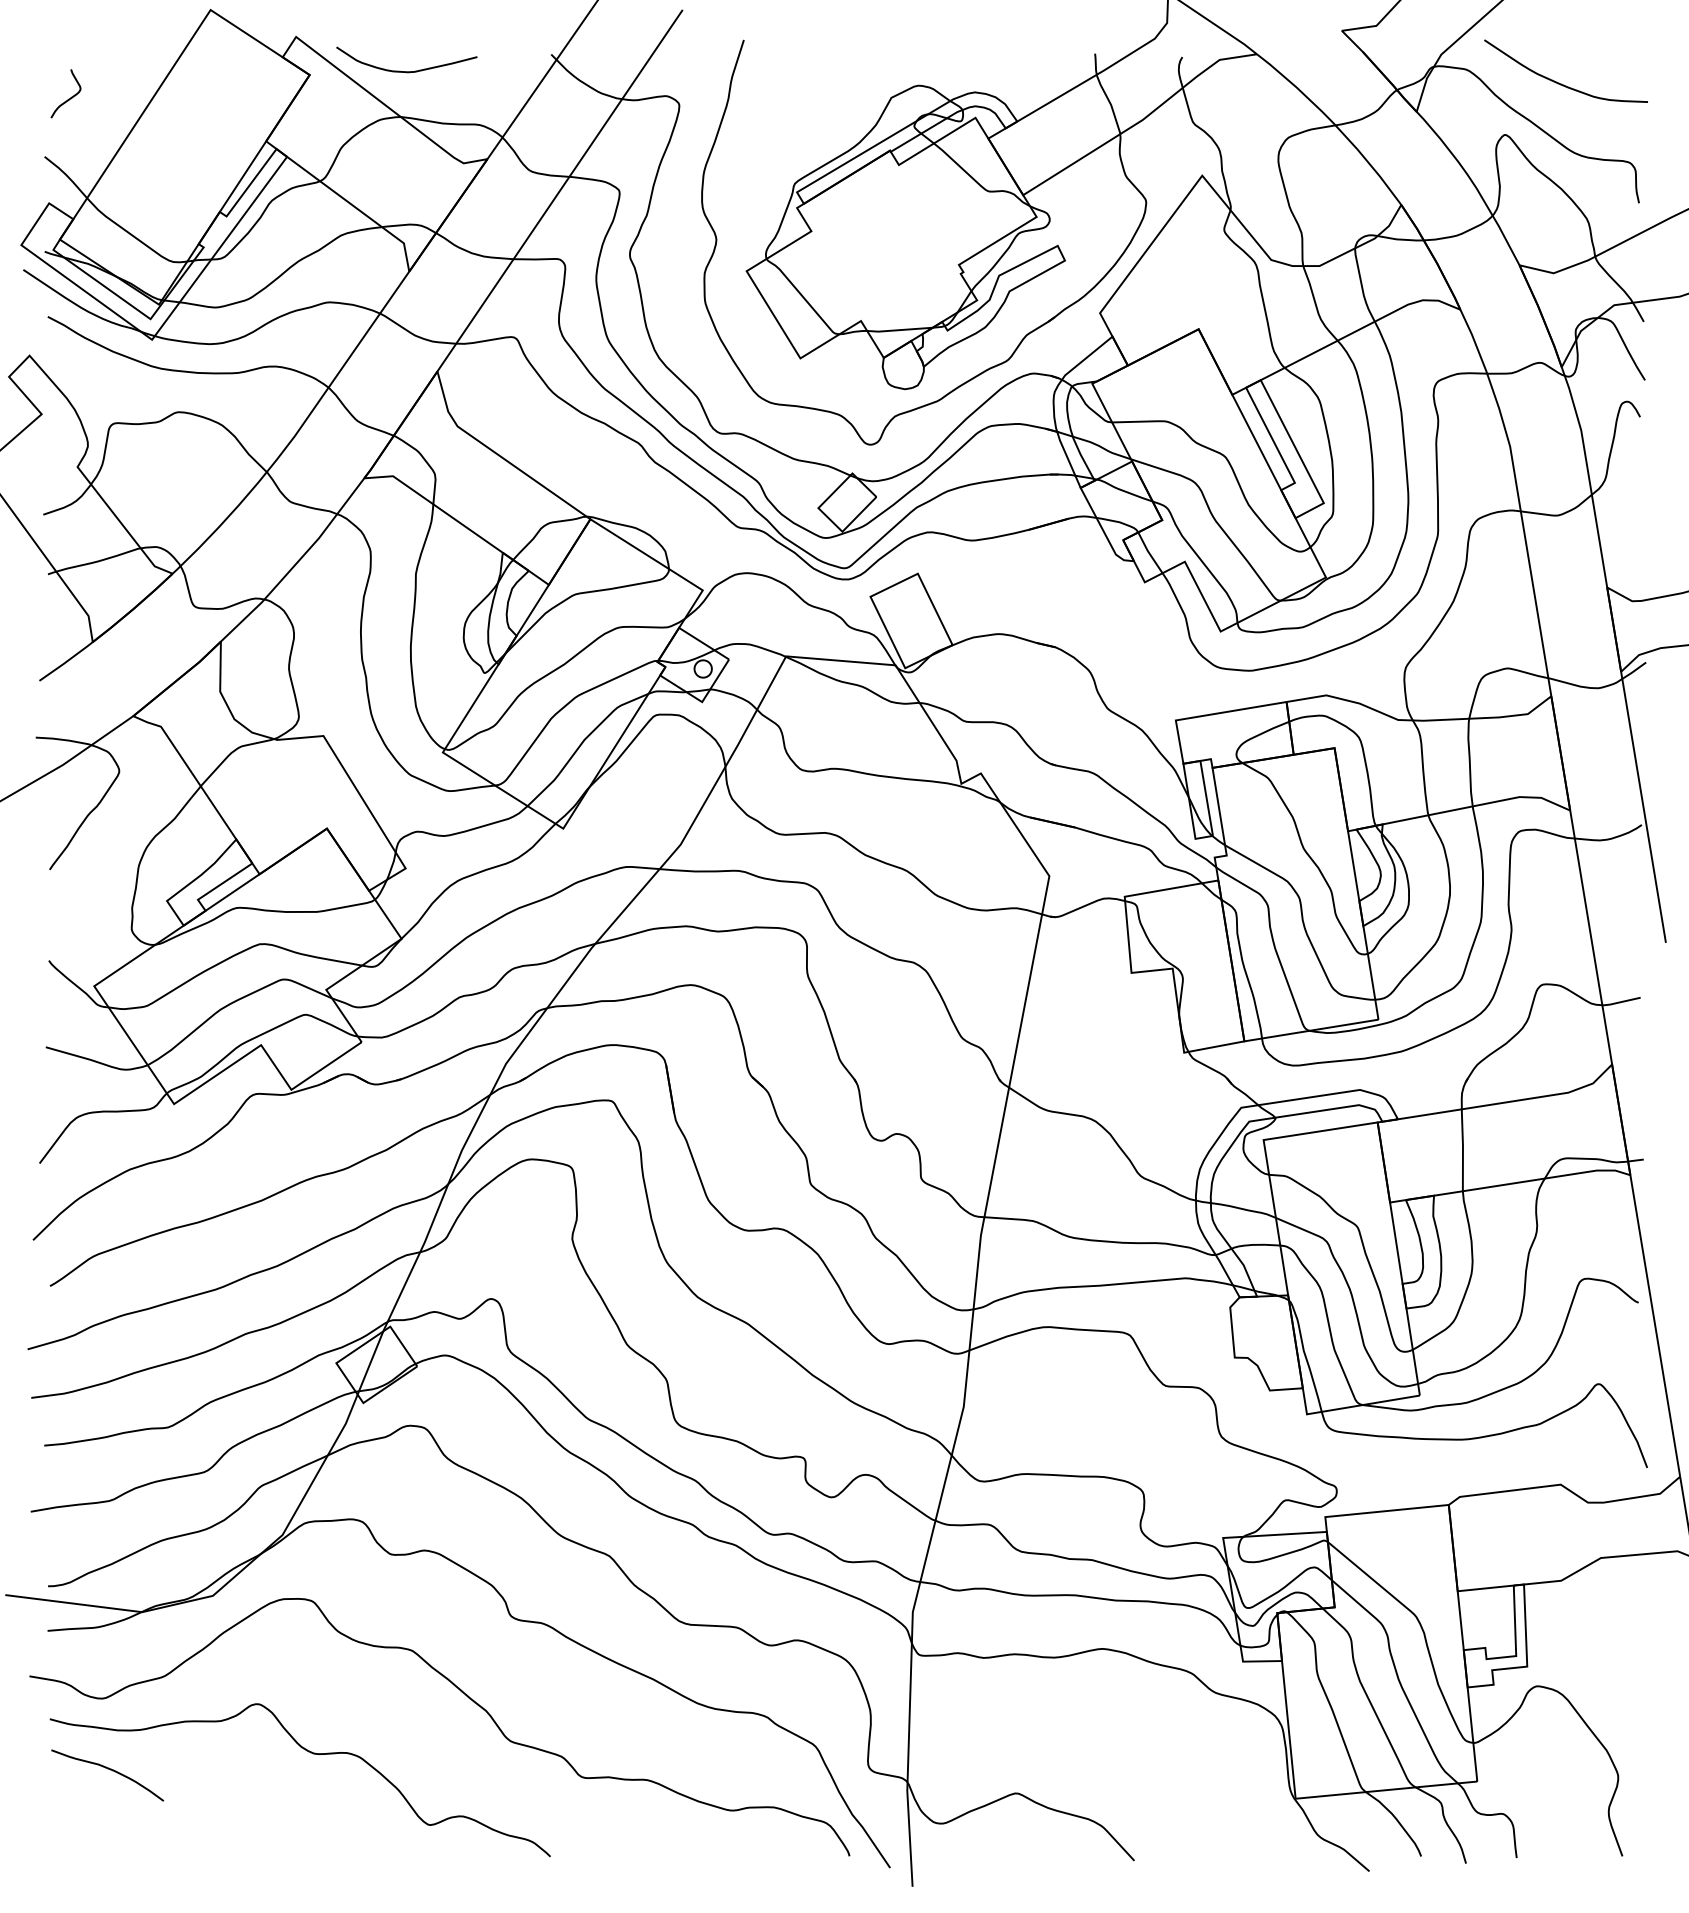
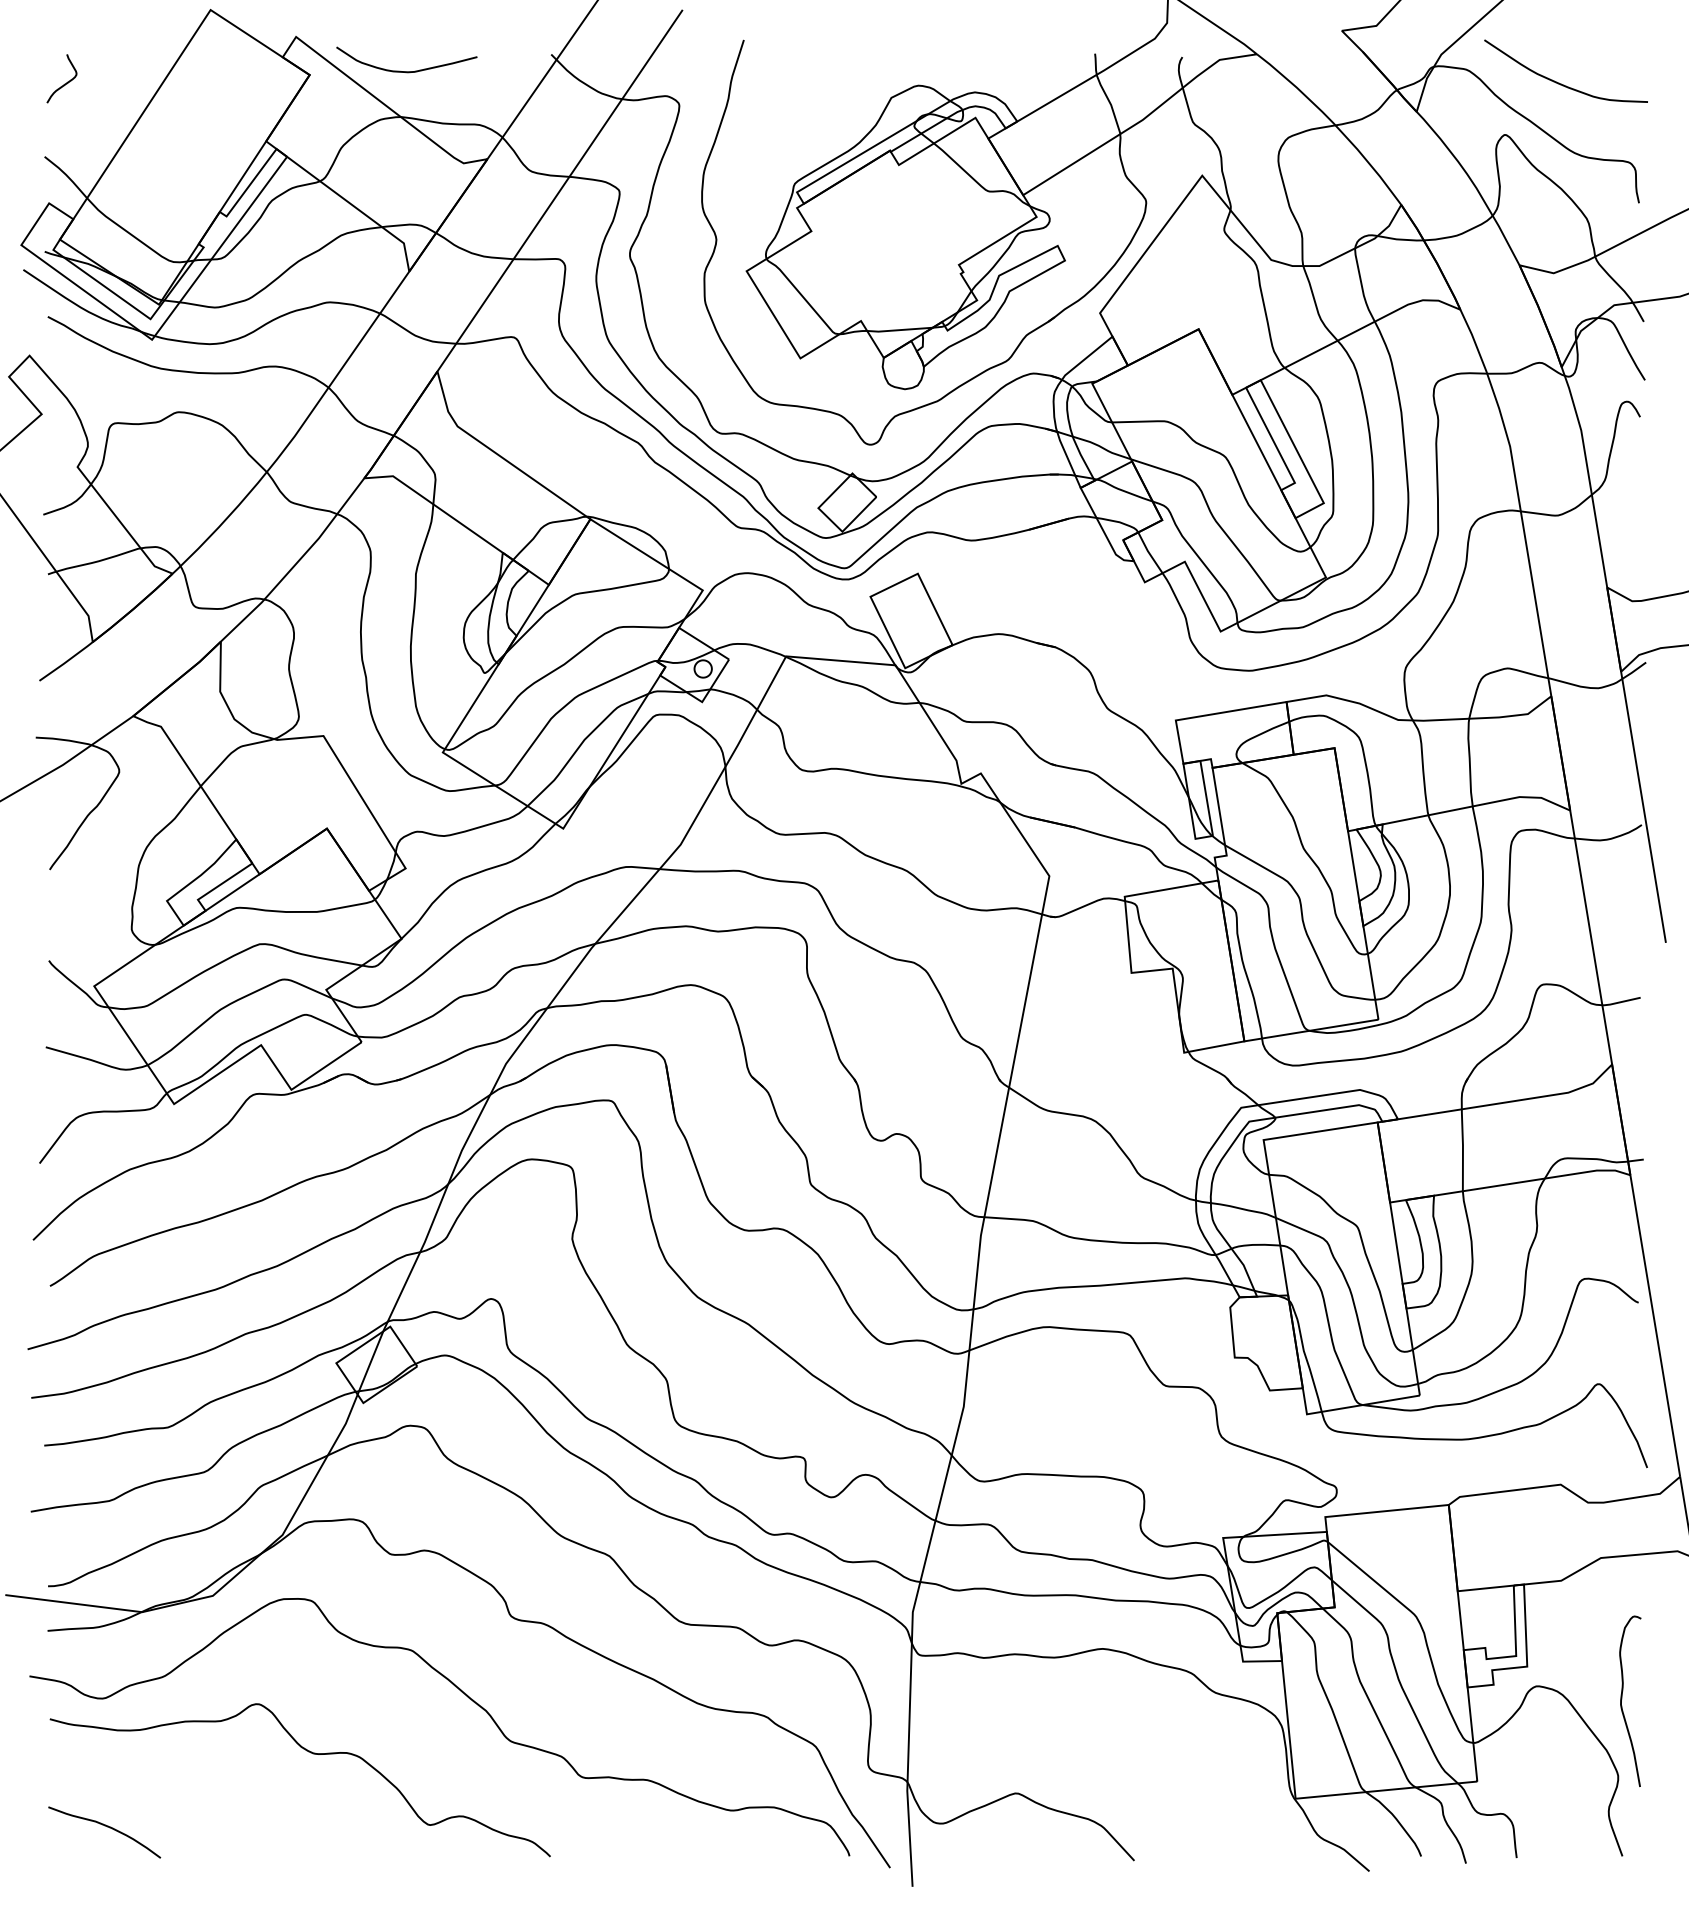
curve at (68, 98) position: (68, 98) -> (64, 83)
curve at (1622, 1699): none -> present
curve at (110, 1770) position: (110, 1770) -> (107, 1827)
